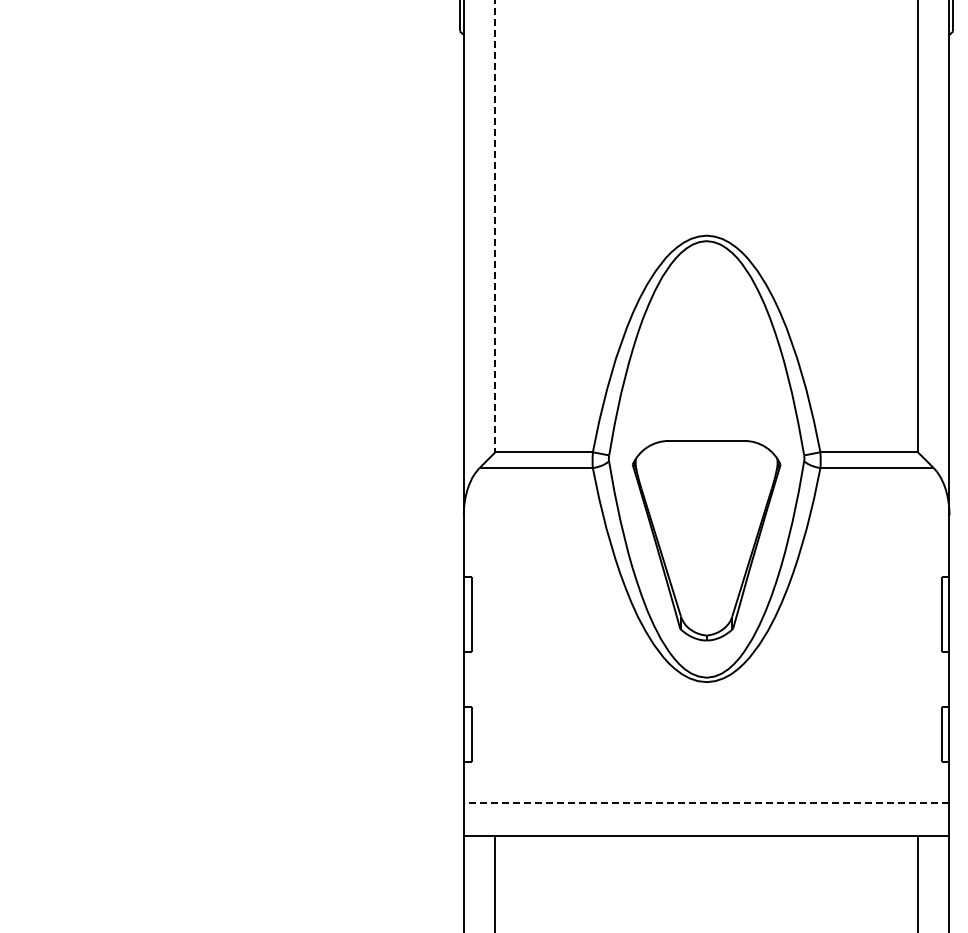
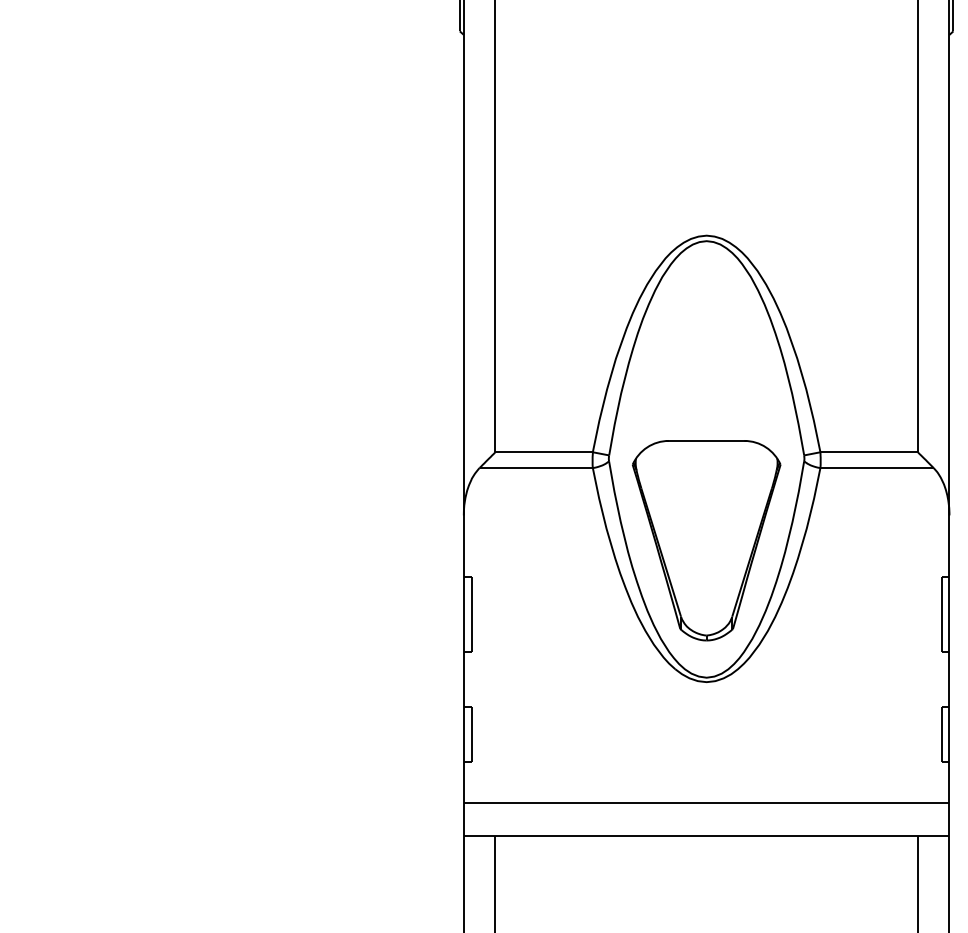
line at (495, 226): dashed -> solid
line at (706, 802): dashed -> solid
